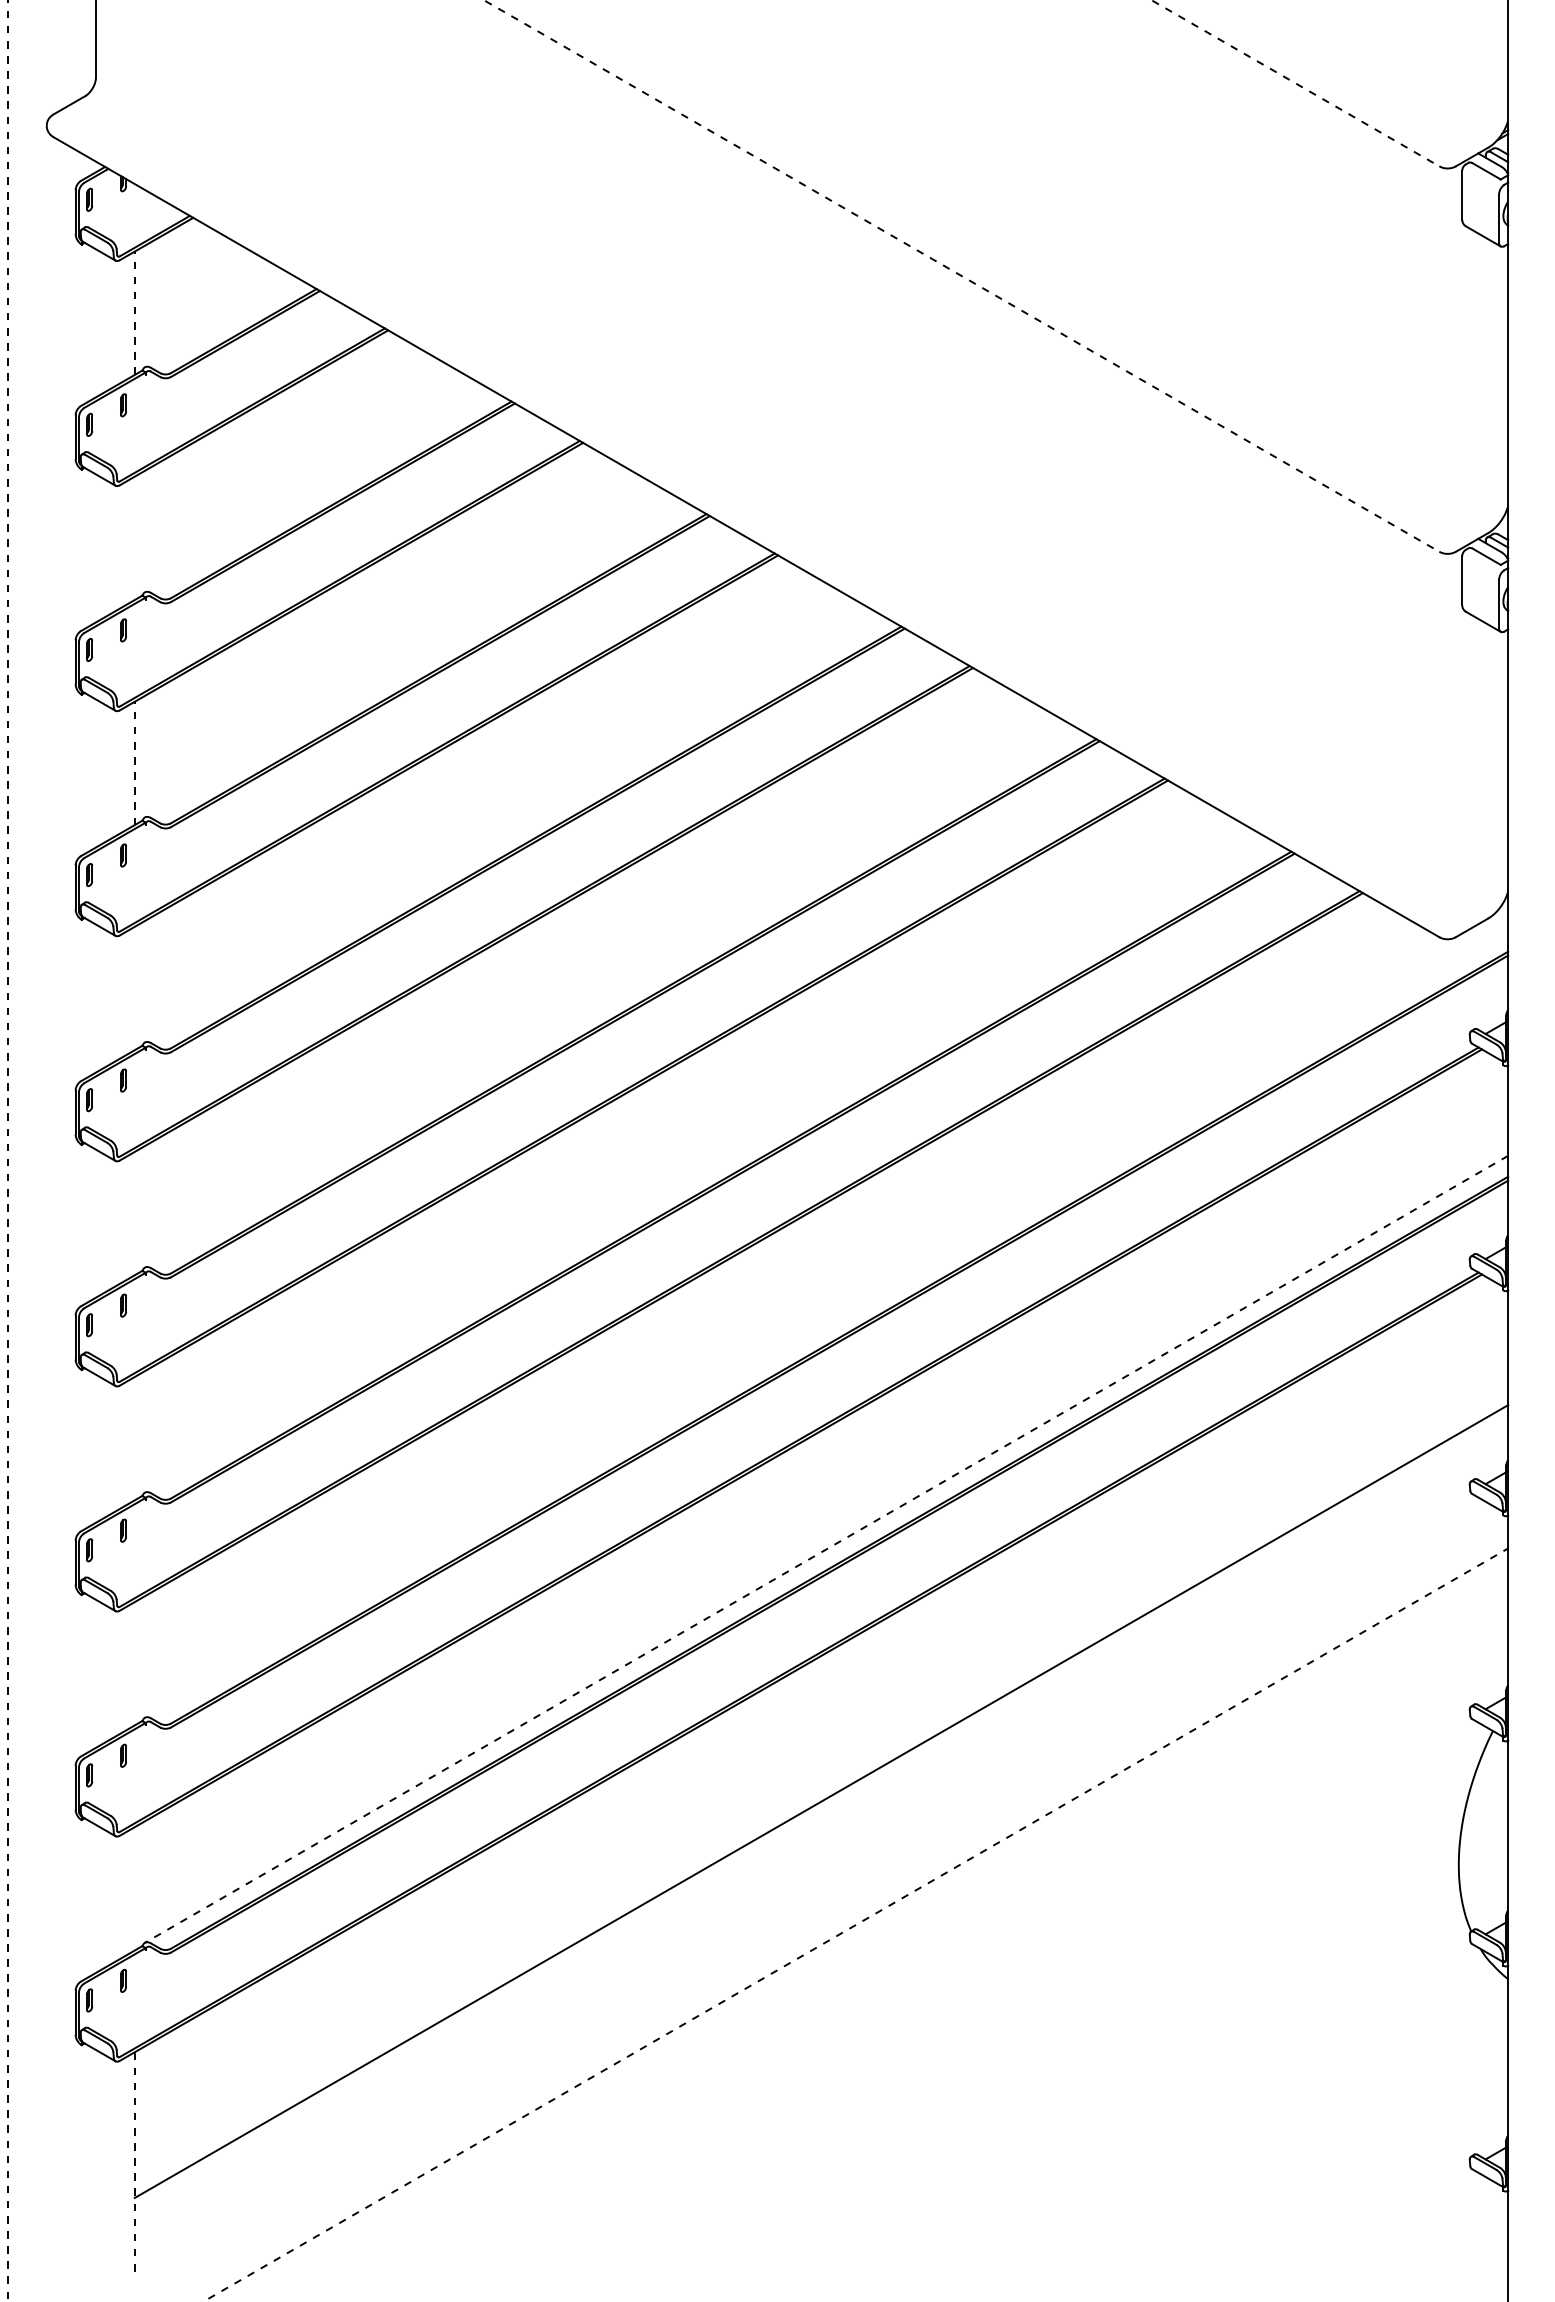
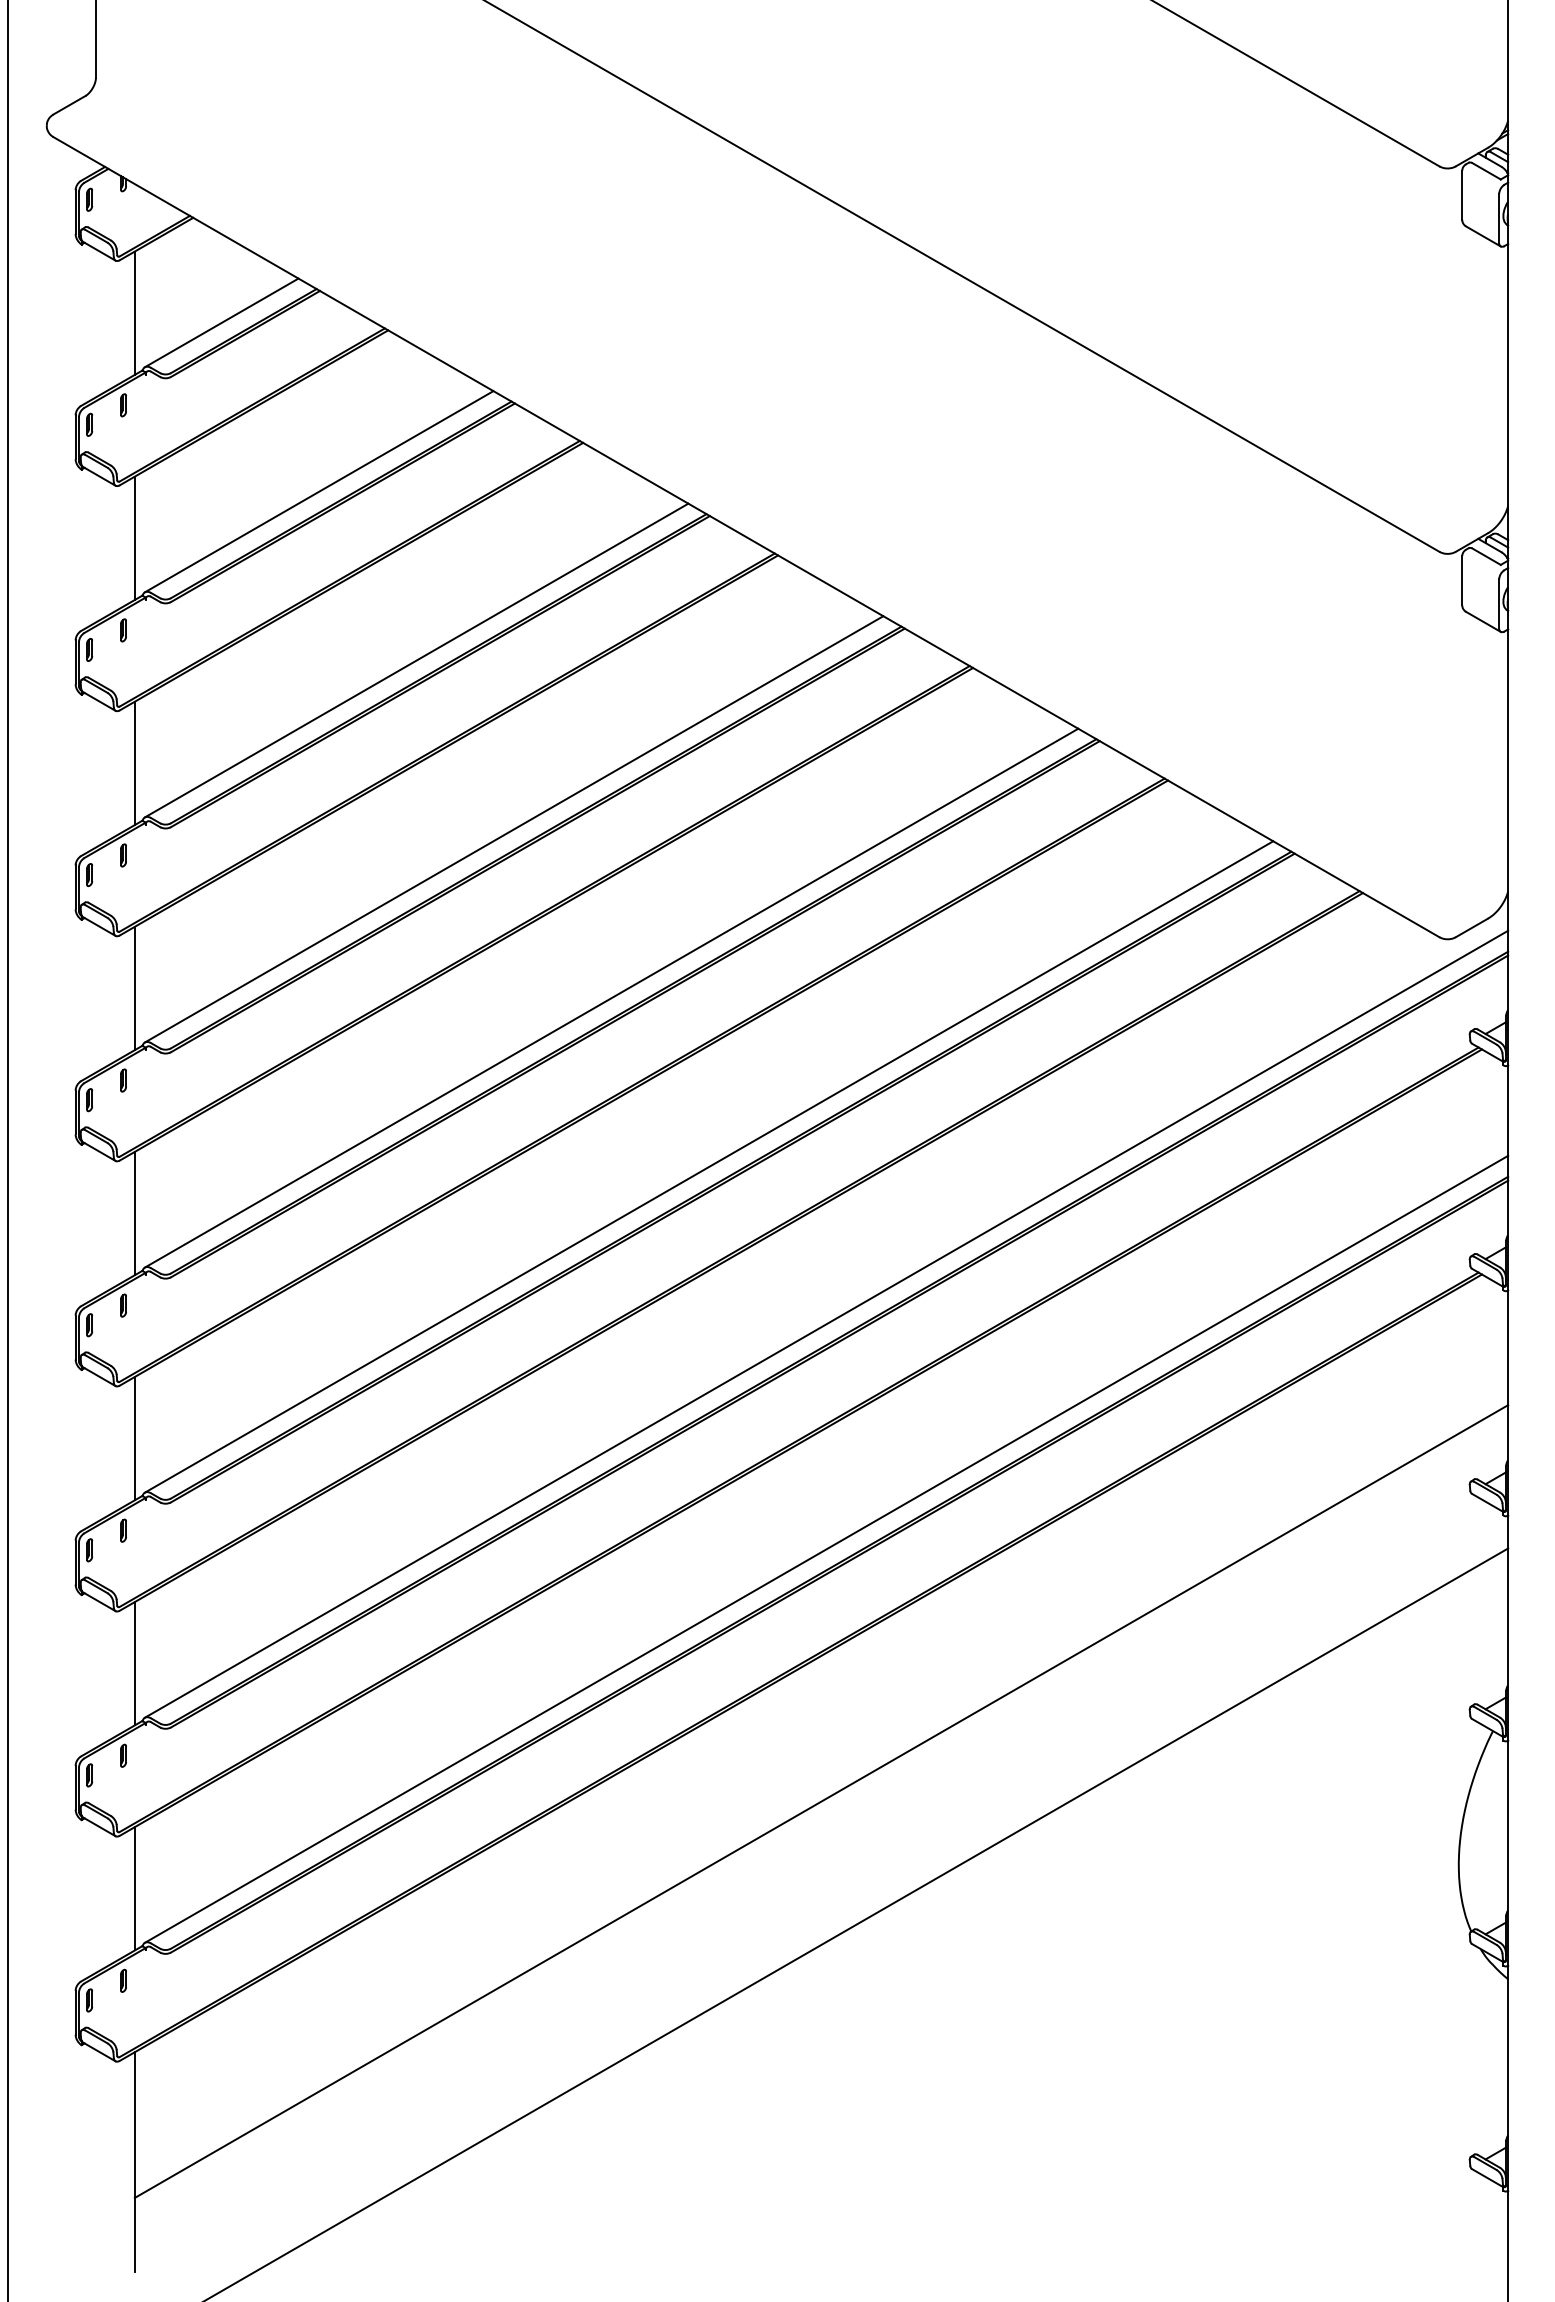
line at (1295, 83): dashed -> solid
line at (961, 275): dashed -> solid
line at (134, 313): dashed -> solid
line at (221, 322): none -> present
line at (318, 491): none -> present
line at (134, 538): none -> present
line at (416, 660): none -> present
line at (134, 763): dashed -> solid
line at (513, 829): none -> present
line at (134, 988): none -> present
line at (611, 997): none -> present
line at (7, 1151): dashed -> solid
line at (708, 1166): none -> present
line at (134, 1213): none -> present
line at (826, 1323): none -> present
line at (134, 1438): none -> present
line at (826, 1549): dashed -> solid
line at (134, 1663): none -> present
line at (134, 1888): none -> present
line at (856, 1924): dashed -> solid
line at (134, 2161): dashed -> solid
